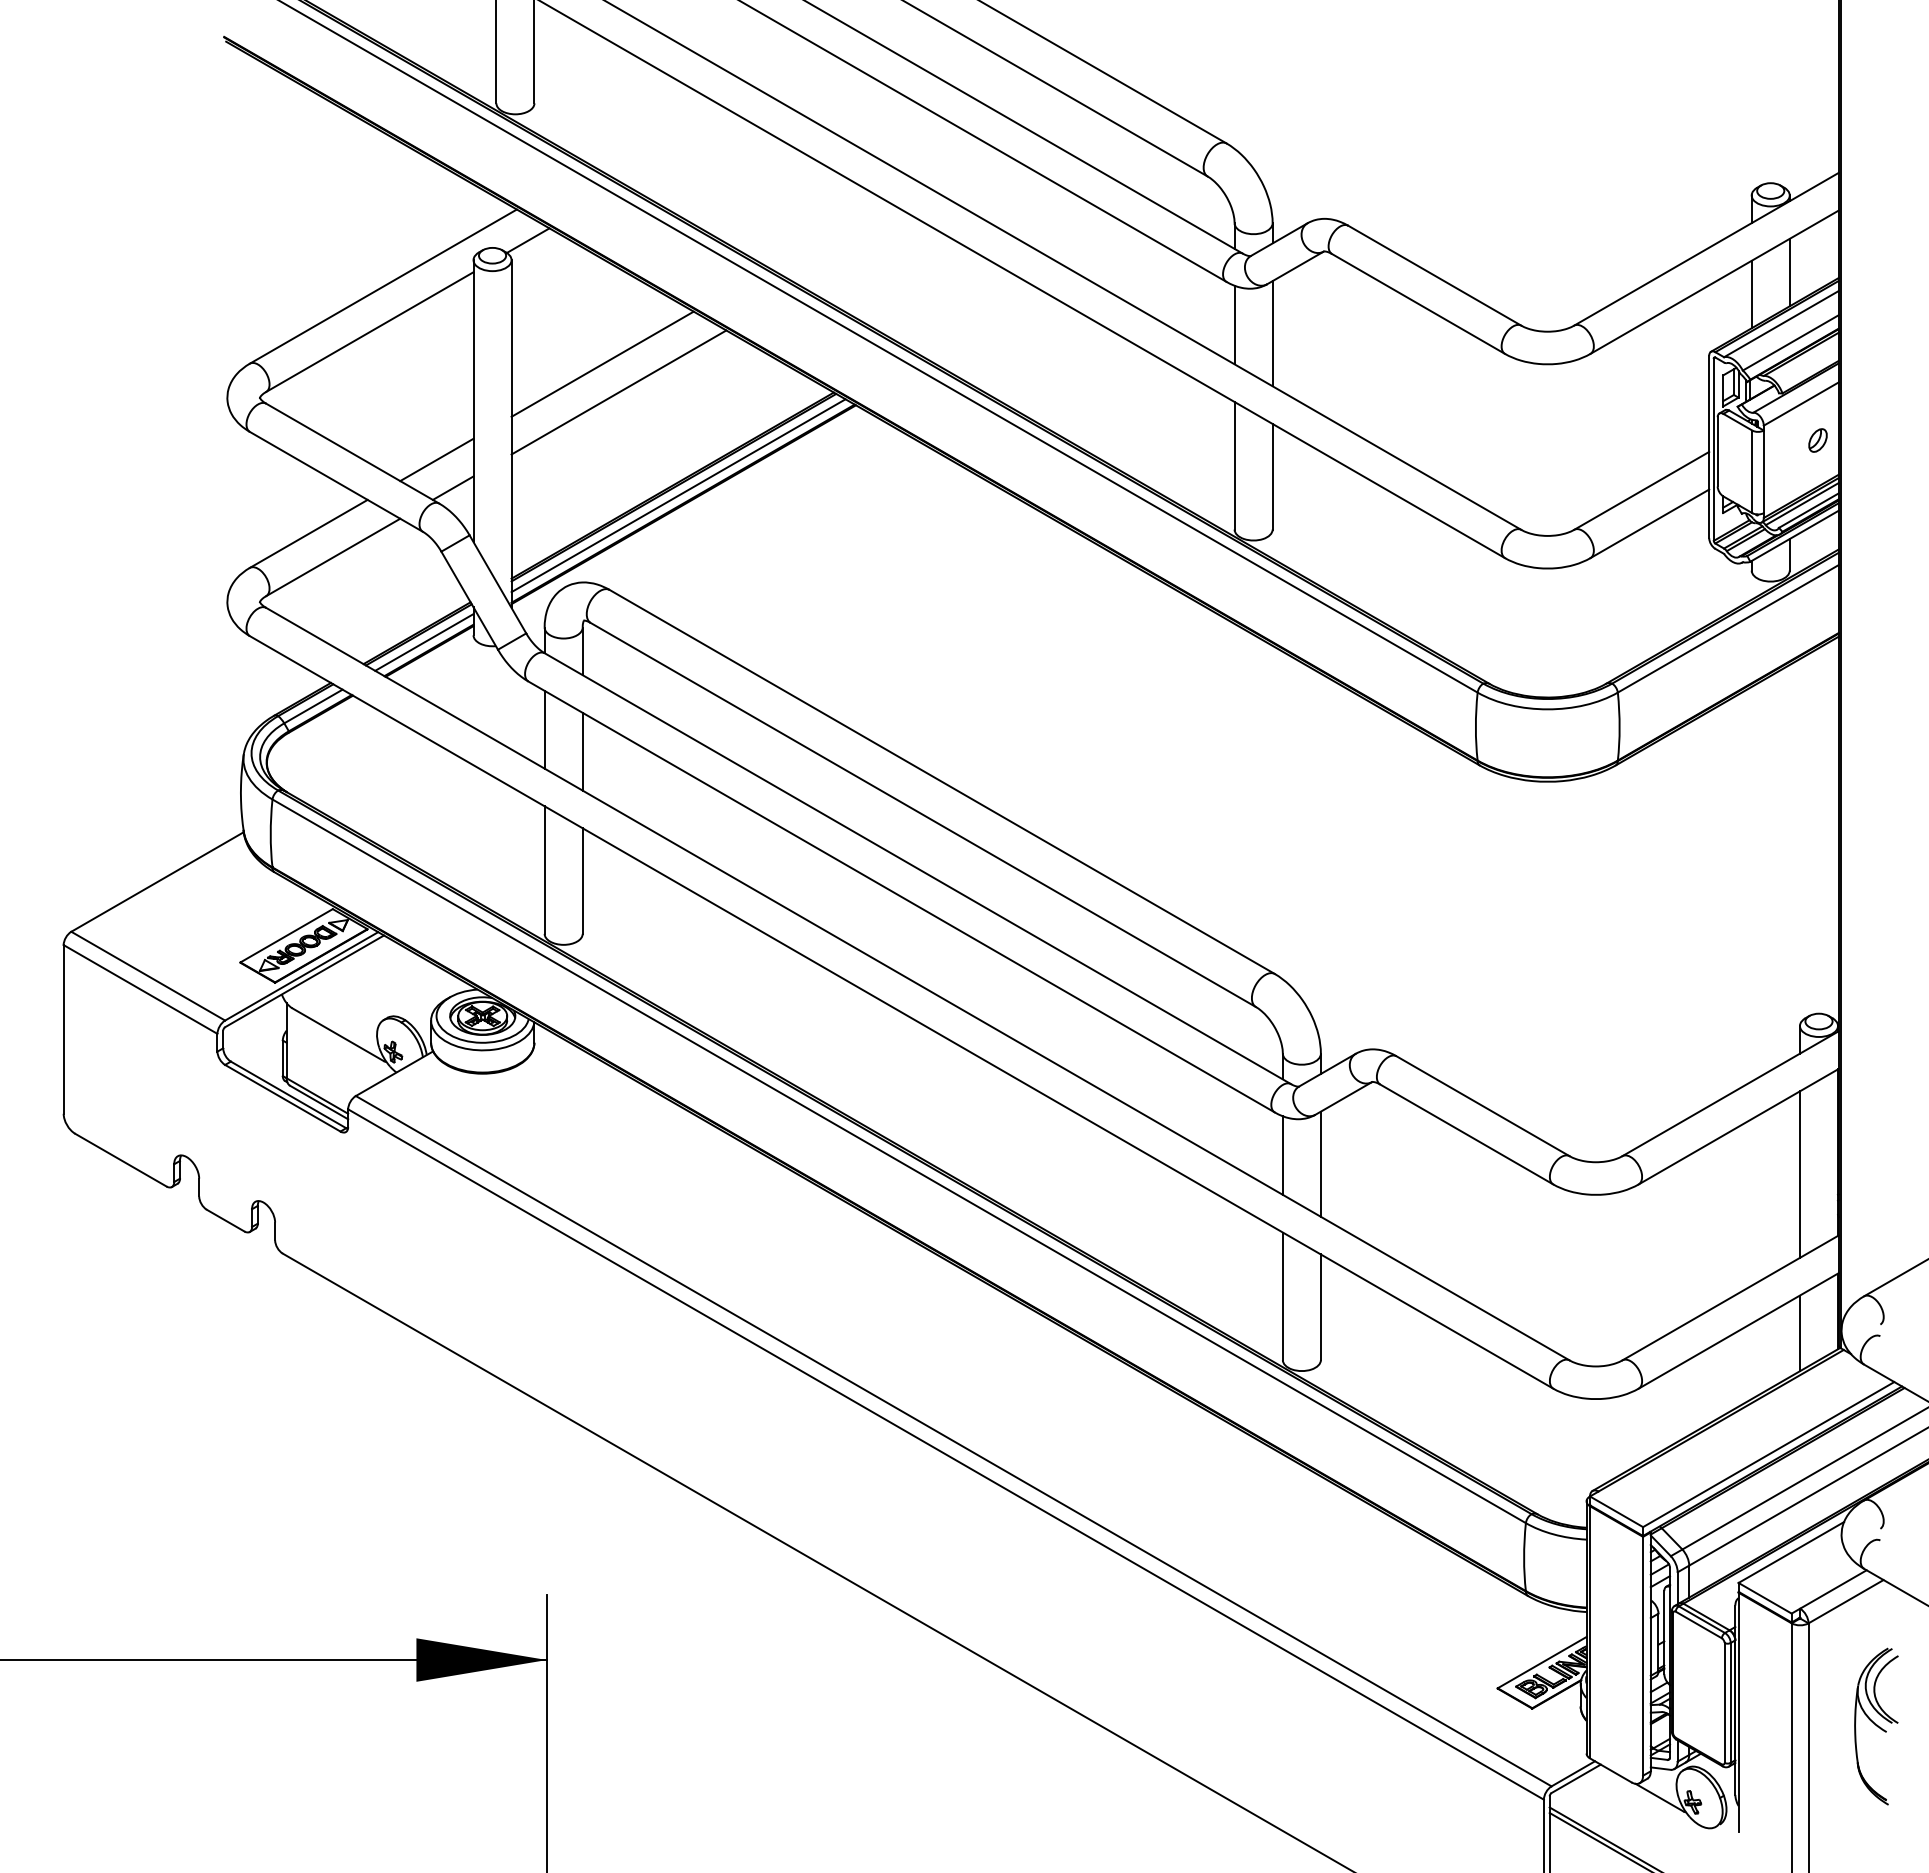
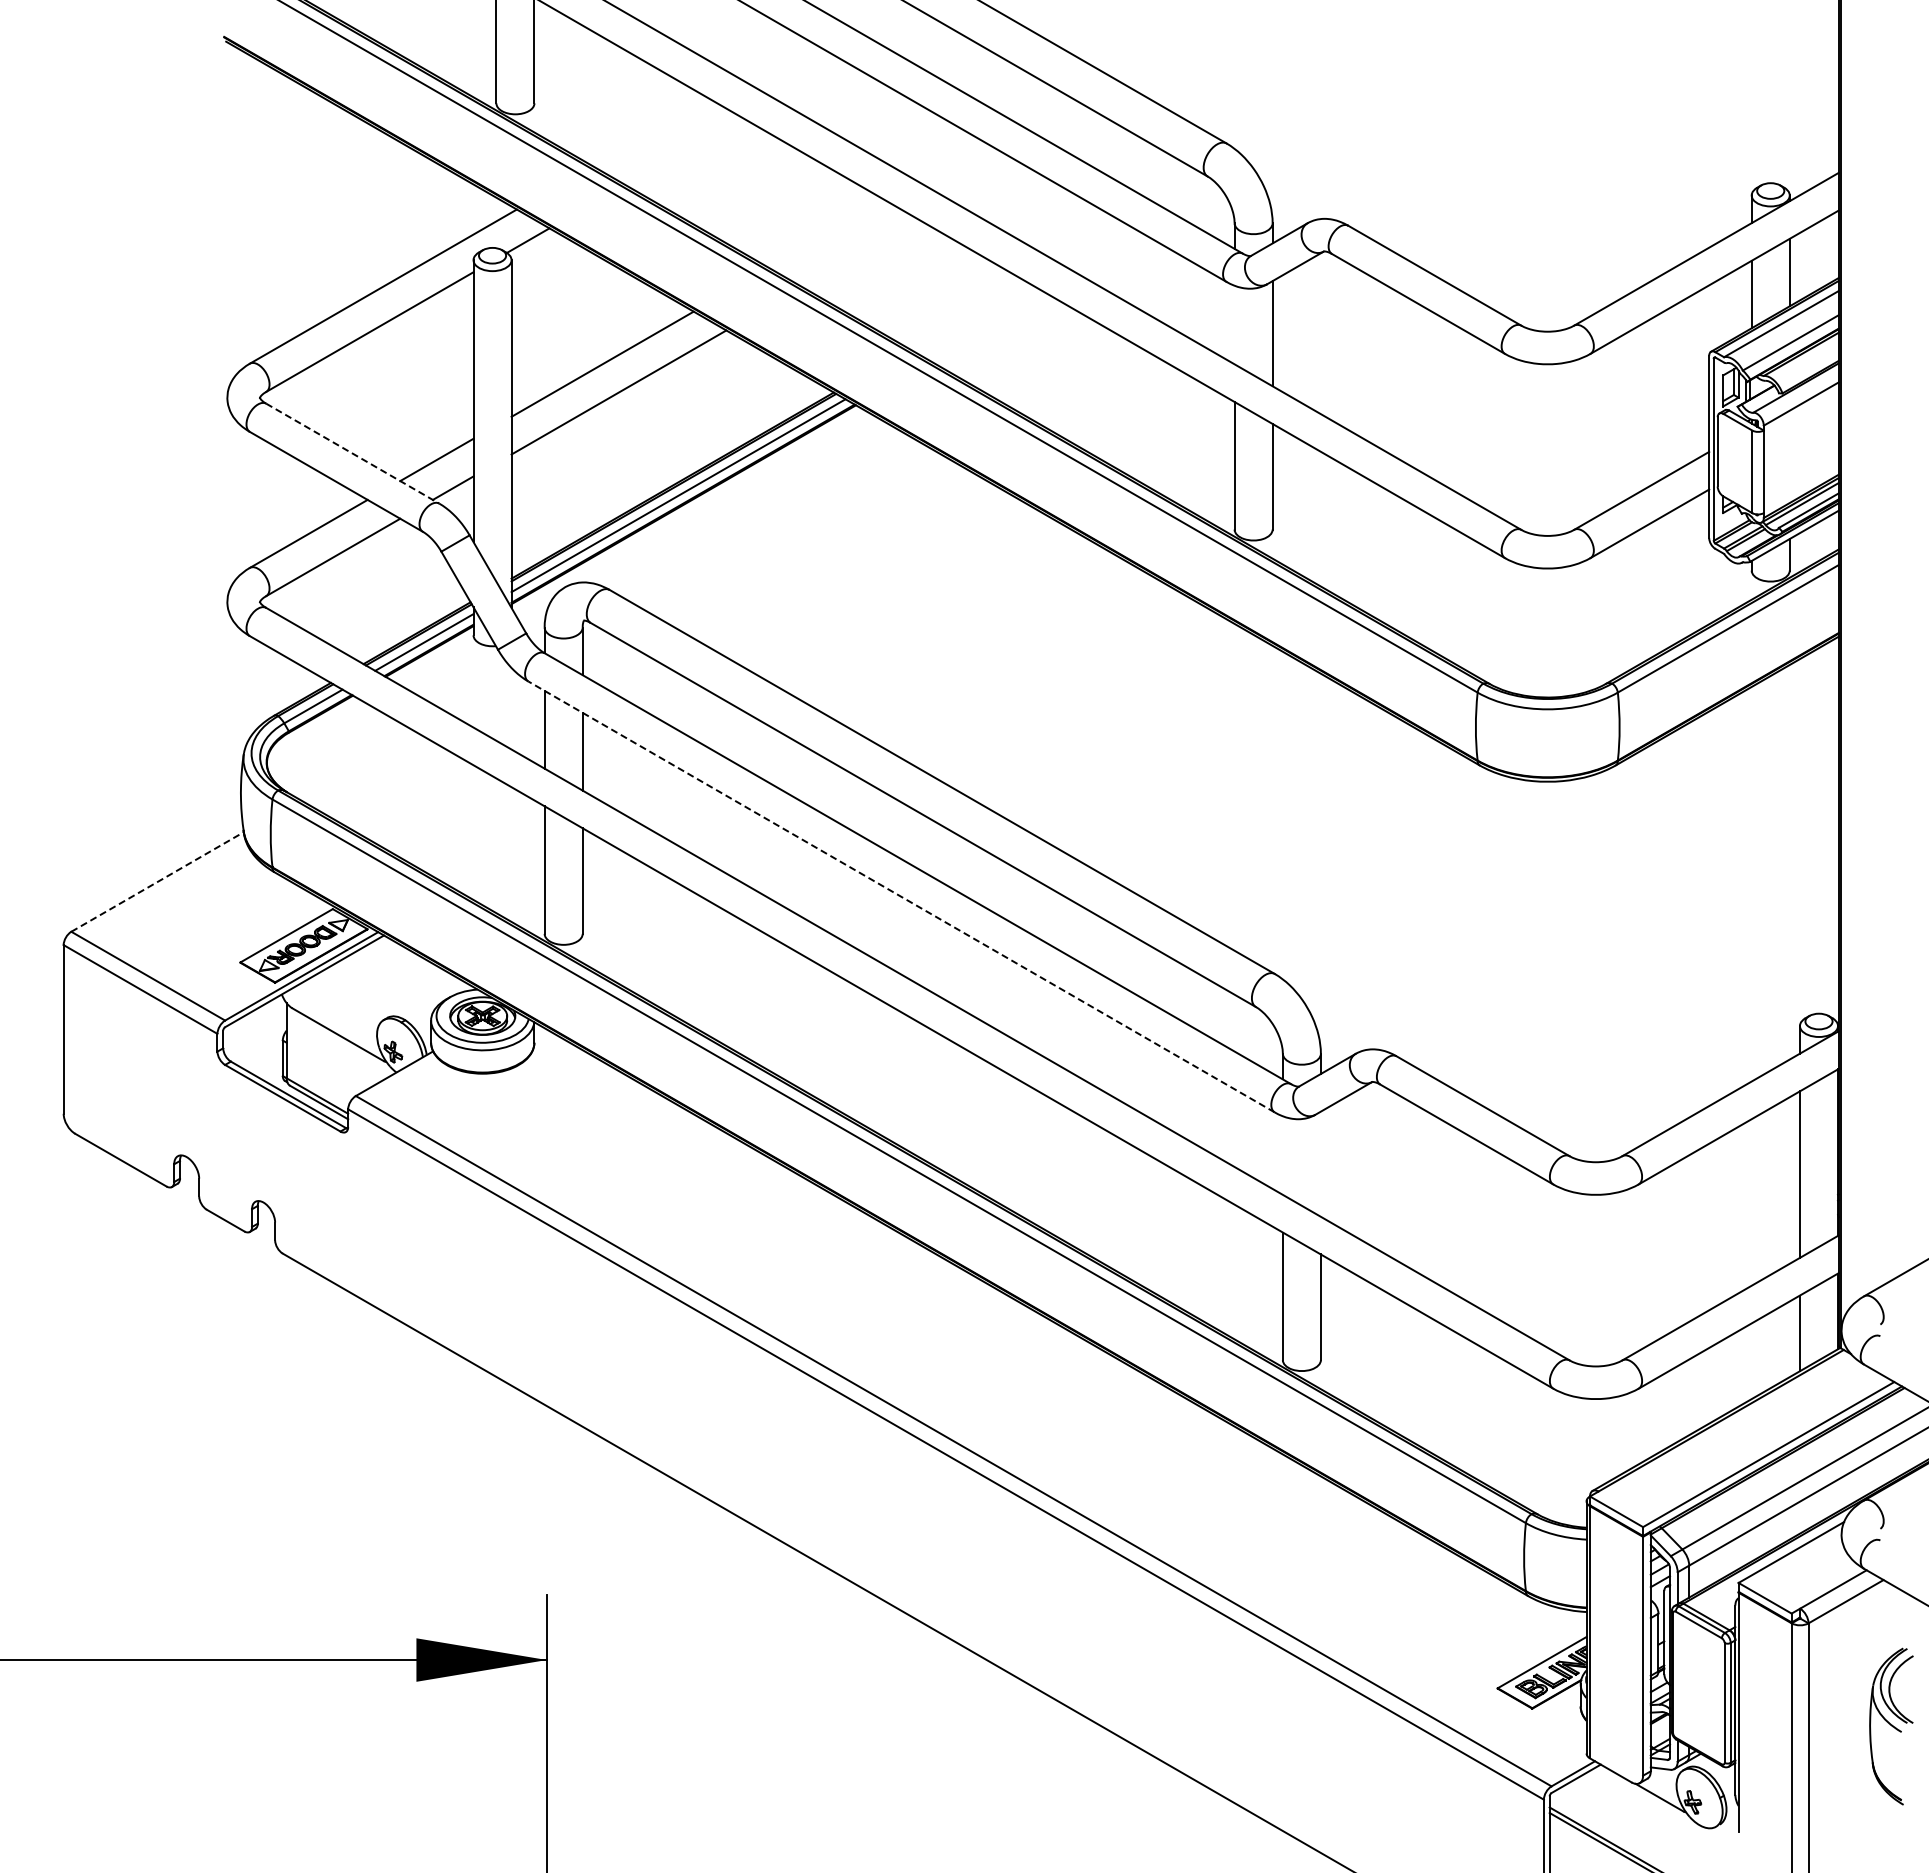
line at (1234, 324): present -> none
part at (1817, 440): present -> none
line at (352, 453): solid -> dashed
line at (157, 882): solid -> dashed
line at (901, 896): solid -> dashed
line at (1282, 1155): present -> none
line at (1320, 1163): present -> none
part at (1876, 1726) position: (1876, 1726) -> (1891, 1726)
